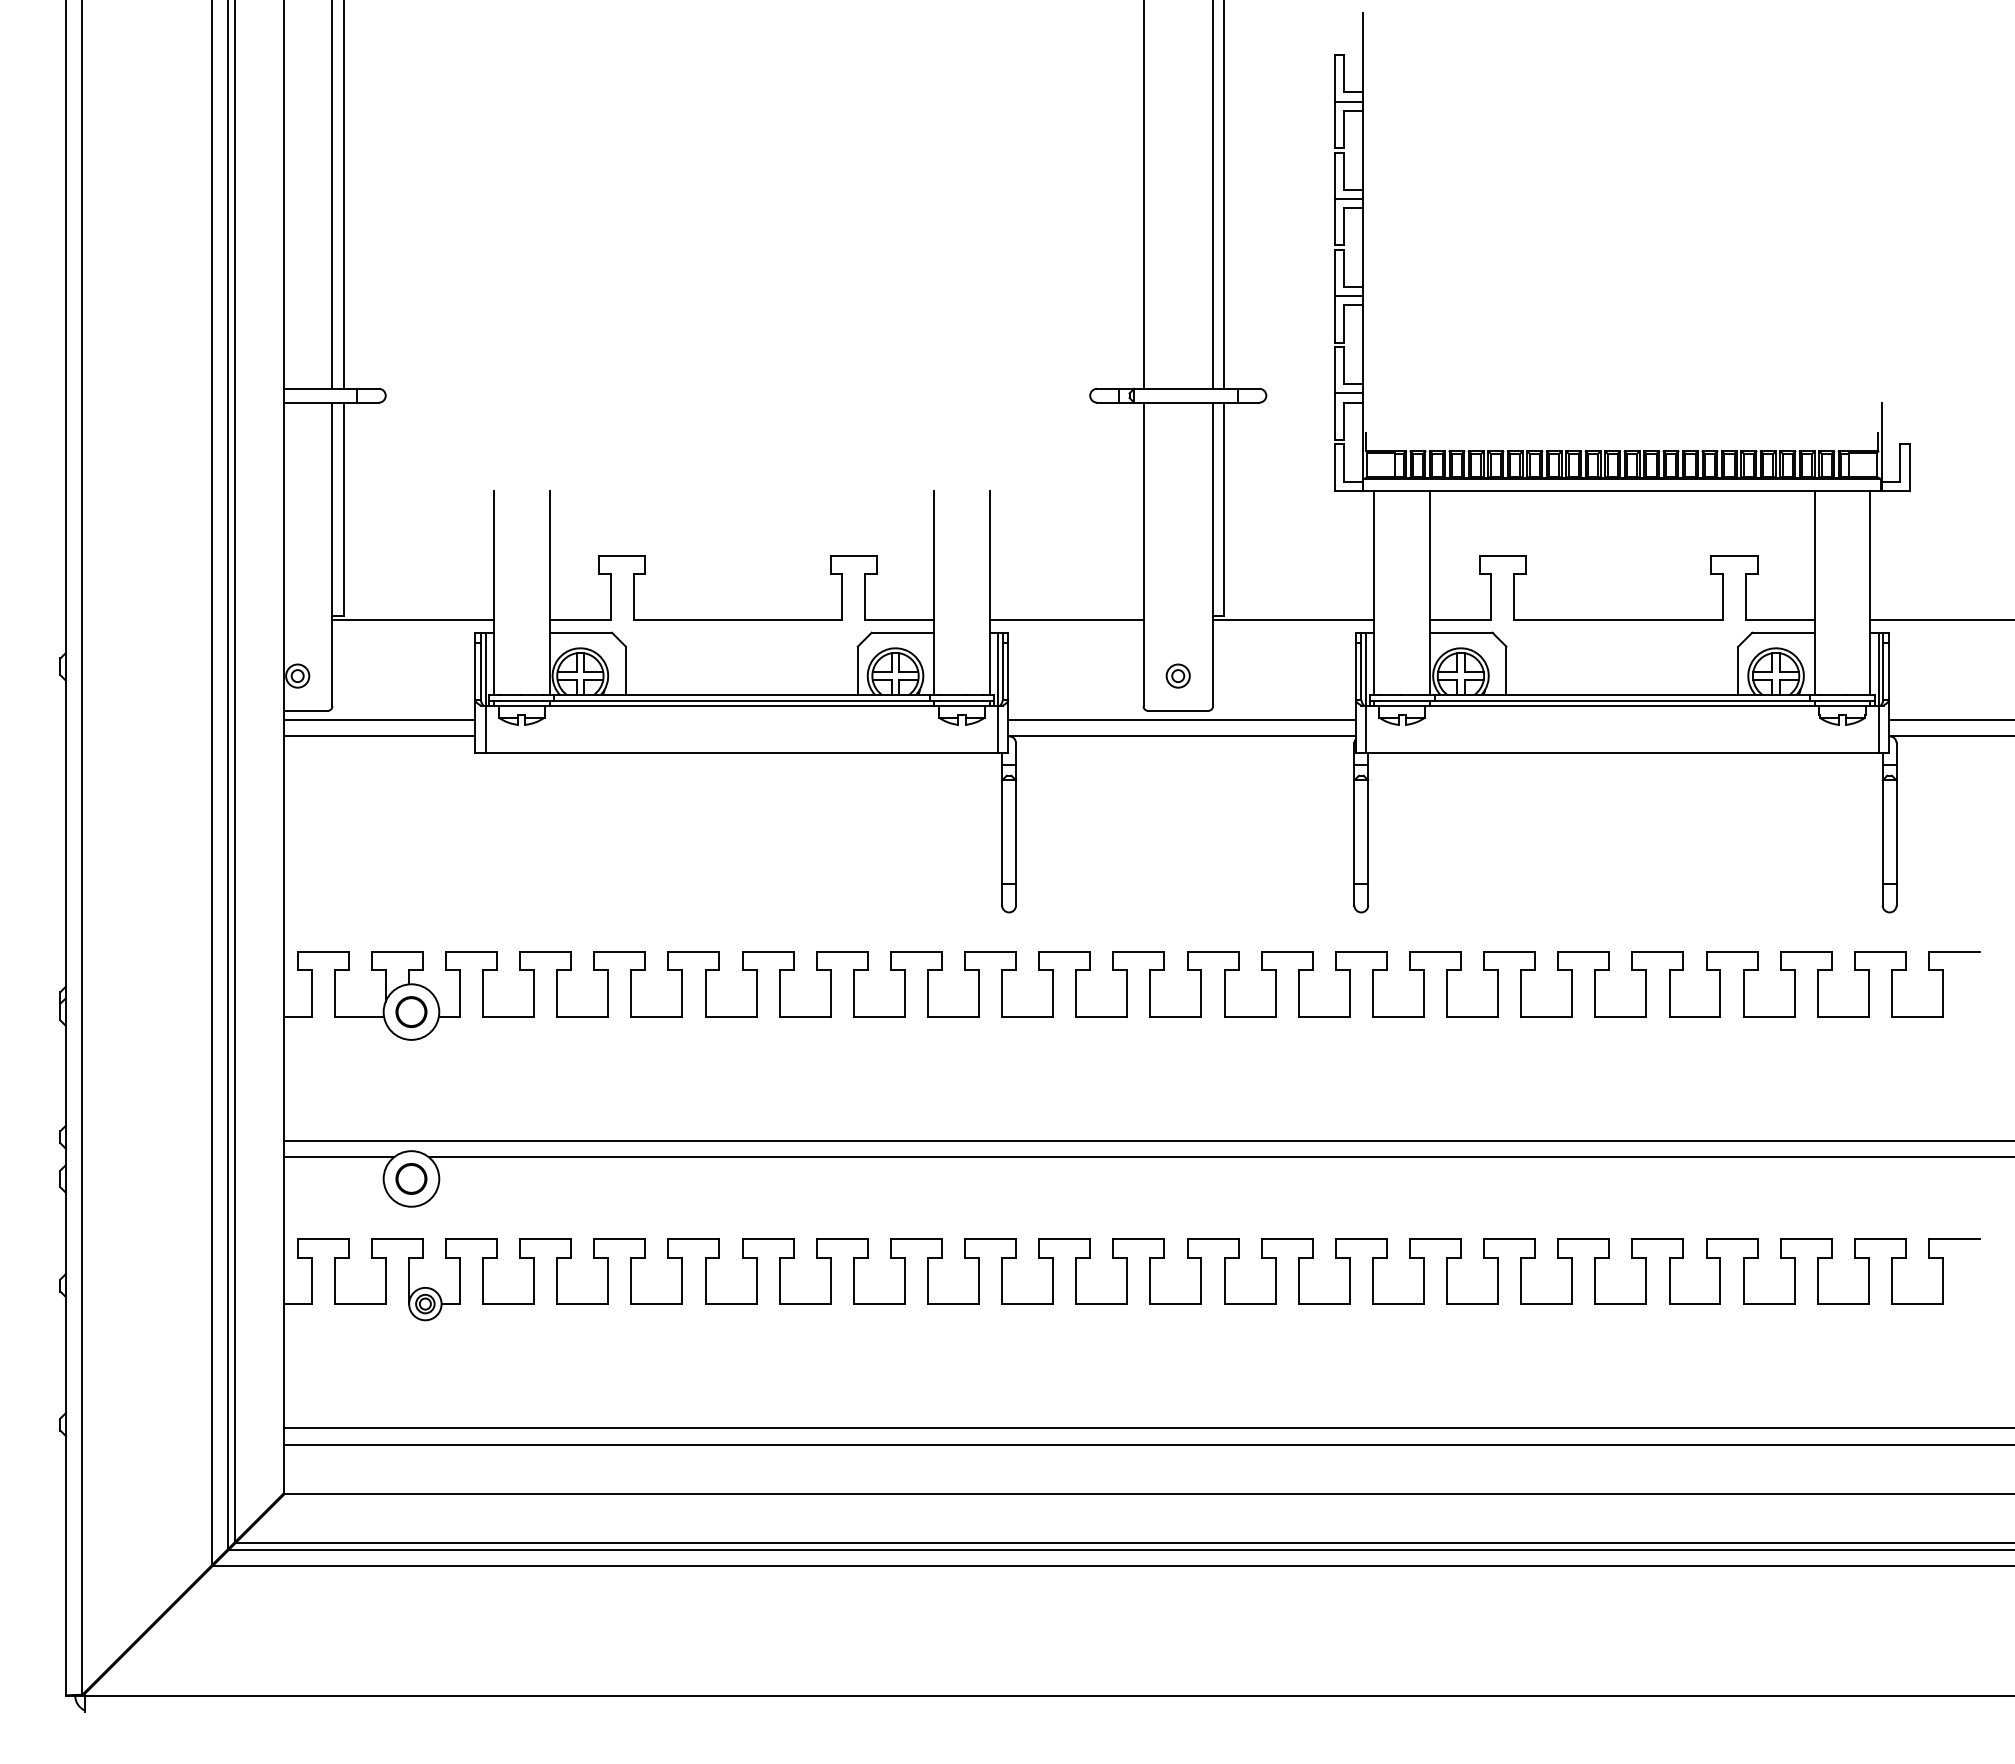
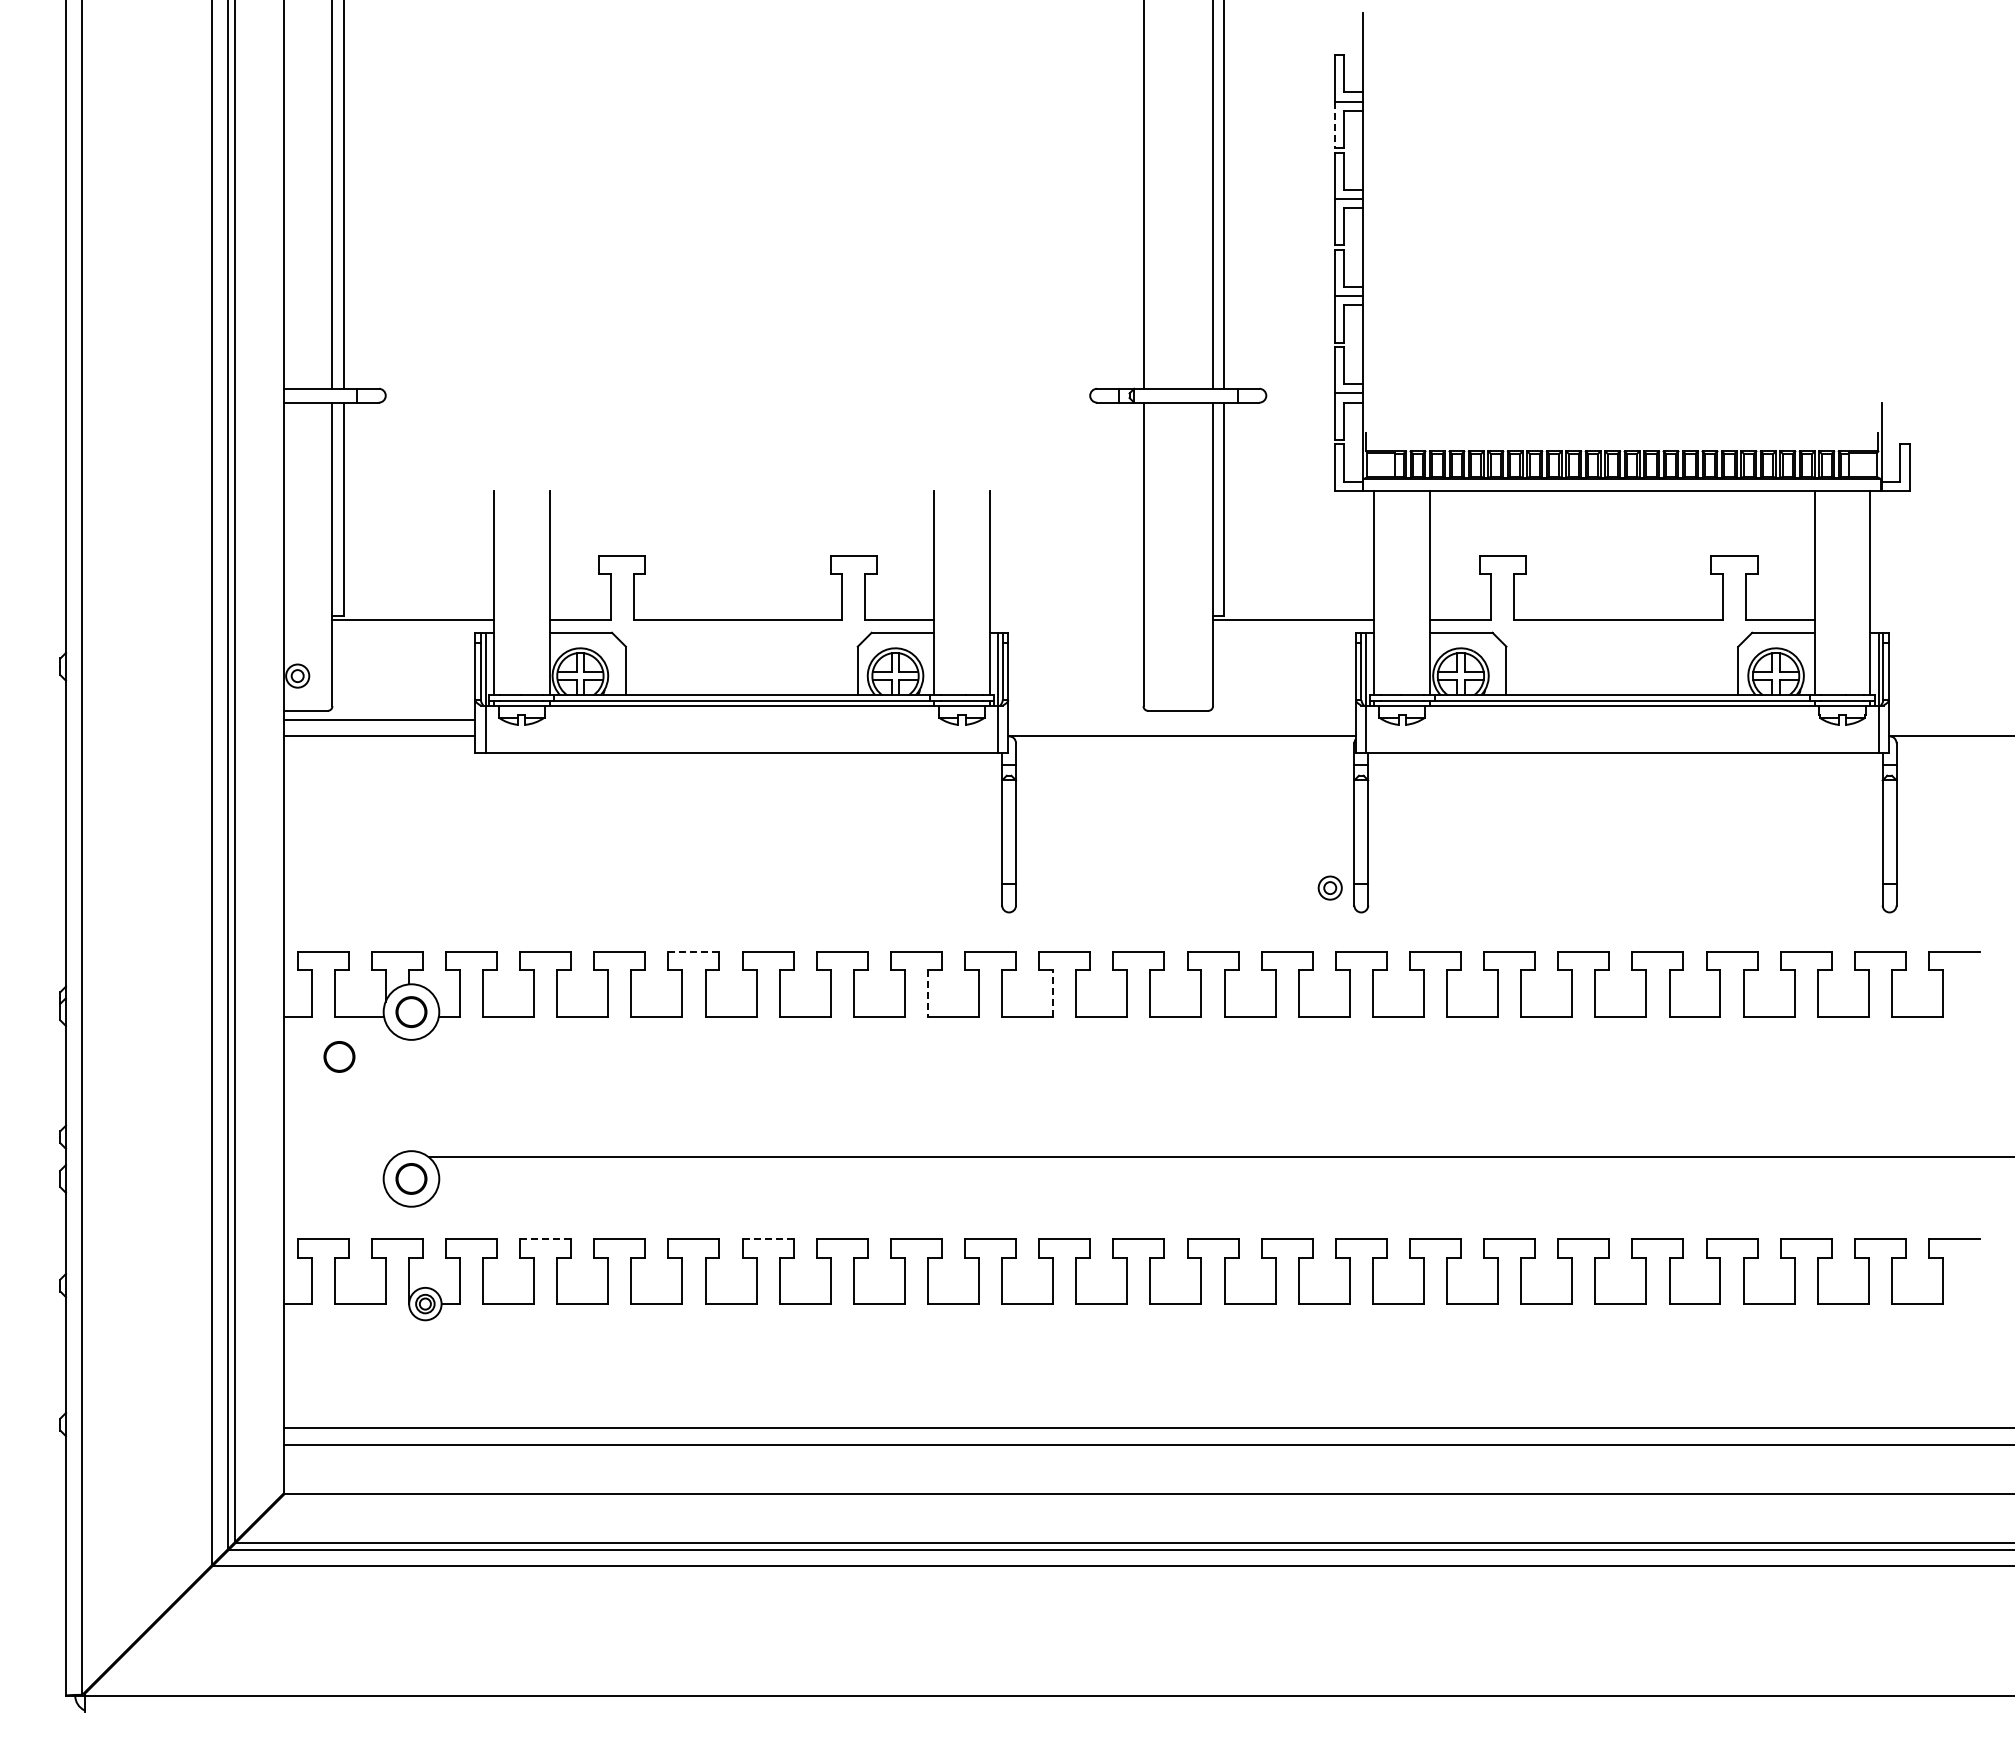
line at (1335, 125): solid -> dashed
line at (1066, 620): present -> none
line at (1940, 620): present -> none
part at (1177, 675) position: (1177, 675) -> (1329, 887)
line at (1181, 720): present -> none
line at (1949, 720): present -> none
line at (693, 951): solid -> dashed
line at (1053, 993): solid -> dashed
line at (927, 994): solid -> dashed
circle at (339, 1056): none -> present
line at (1147, 1141): present -> none
line at (338, 1157): present -> none
line at (545, 1239): solid -> dashed
line at (767, 1239): solid -> dashed
